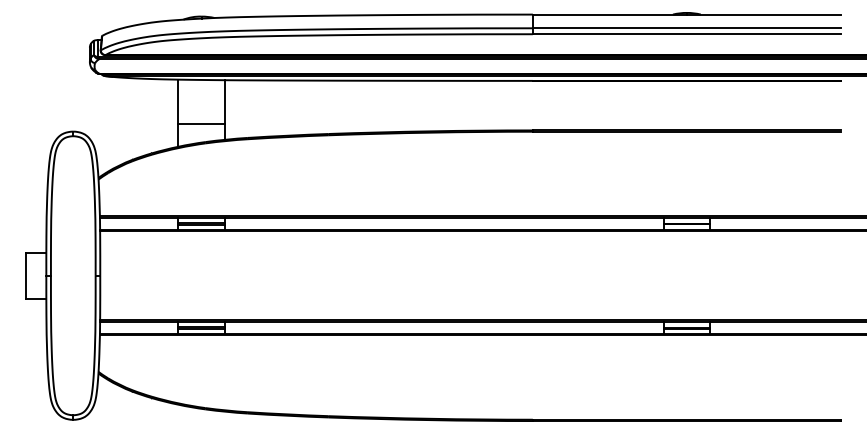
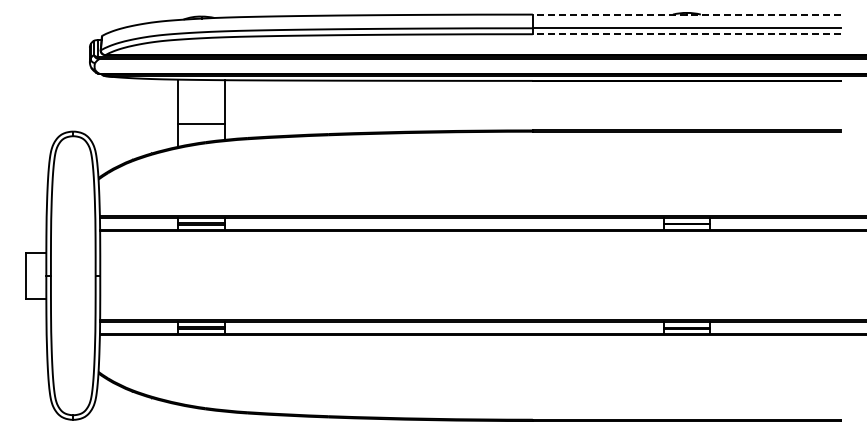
line at (686, 14): solid -> dashed
line at (686, 34): solid -> dashed
